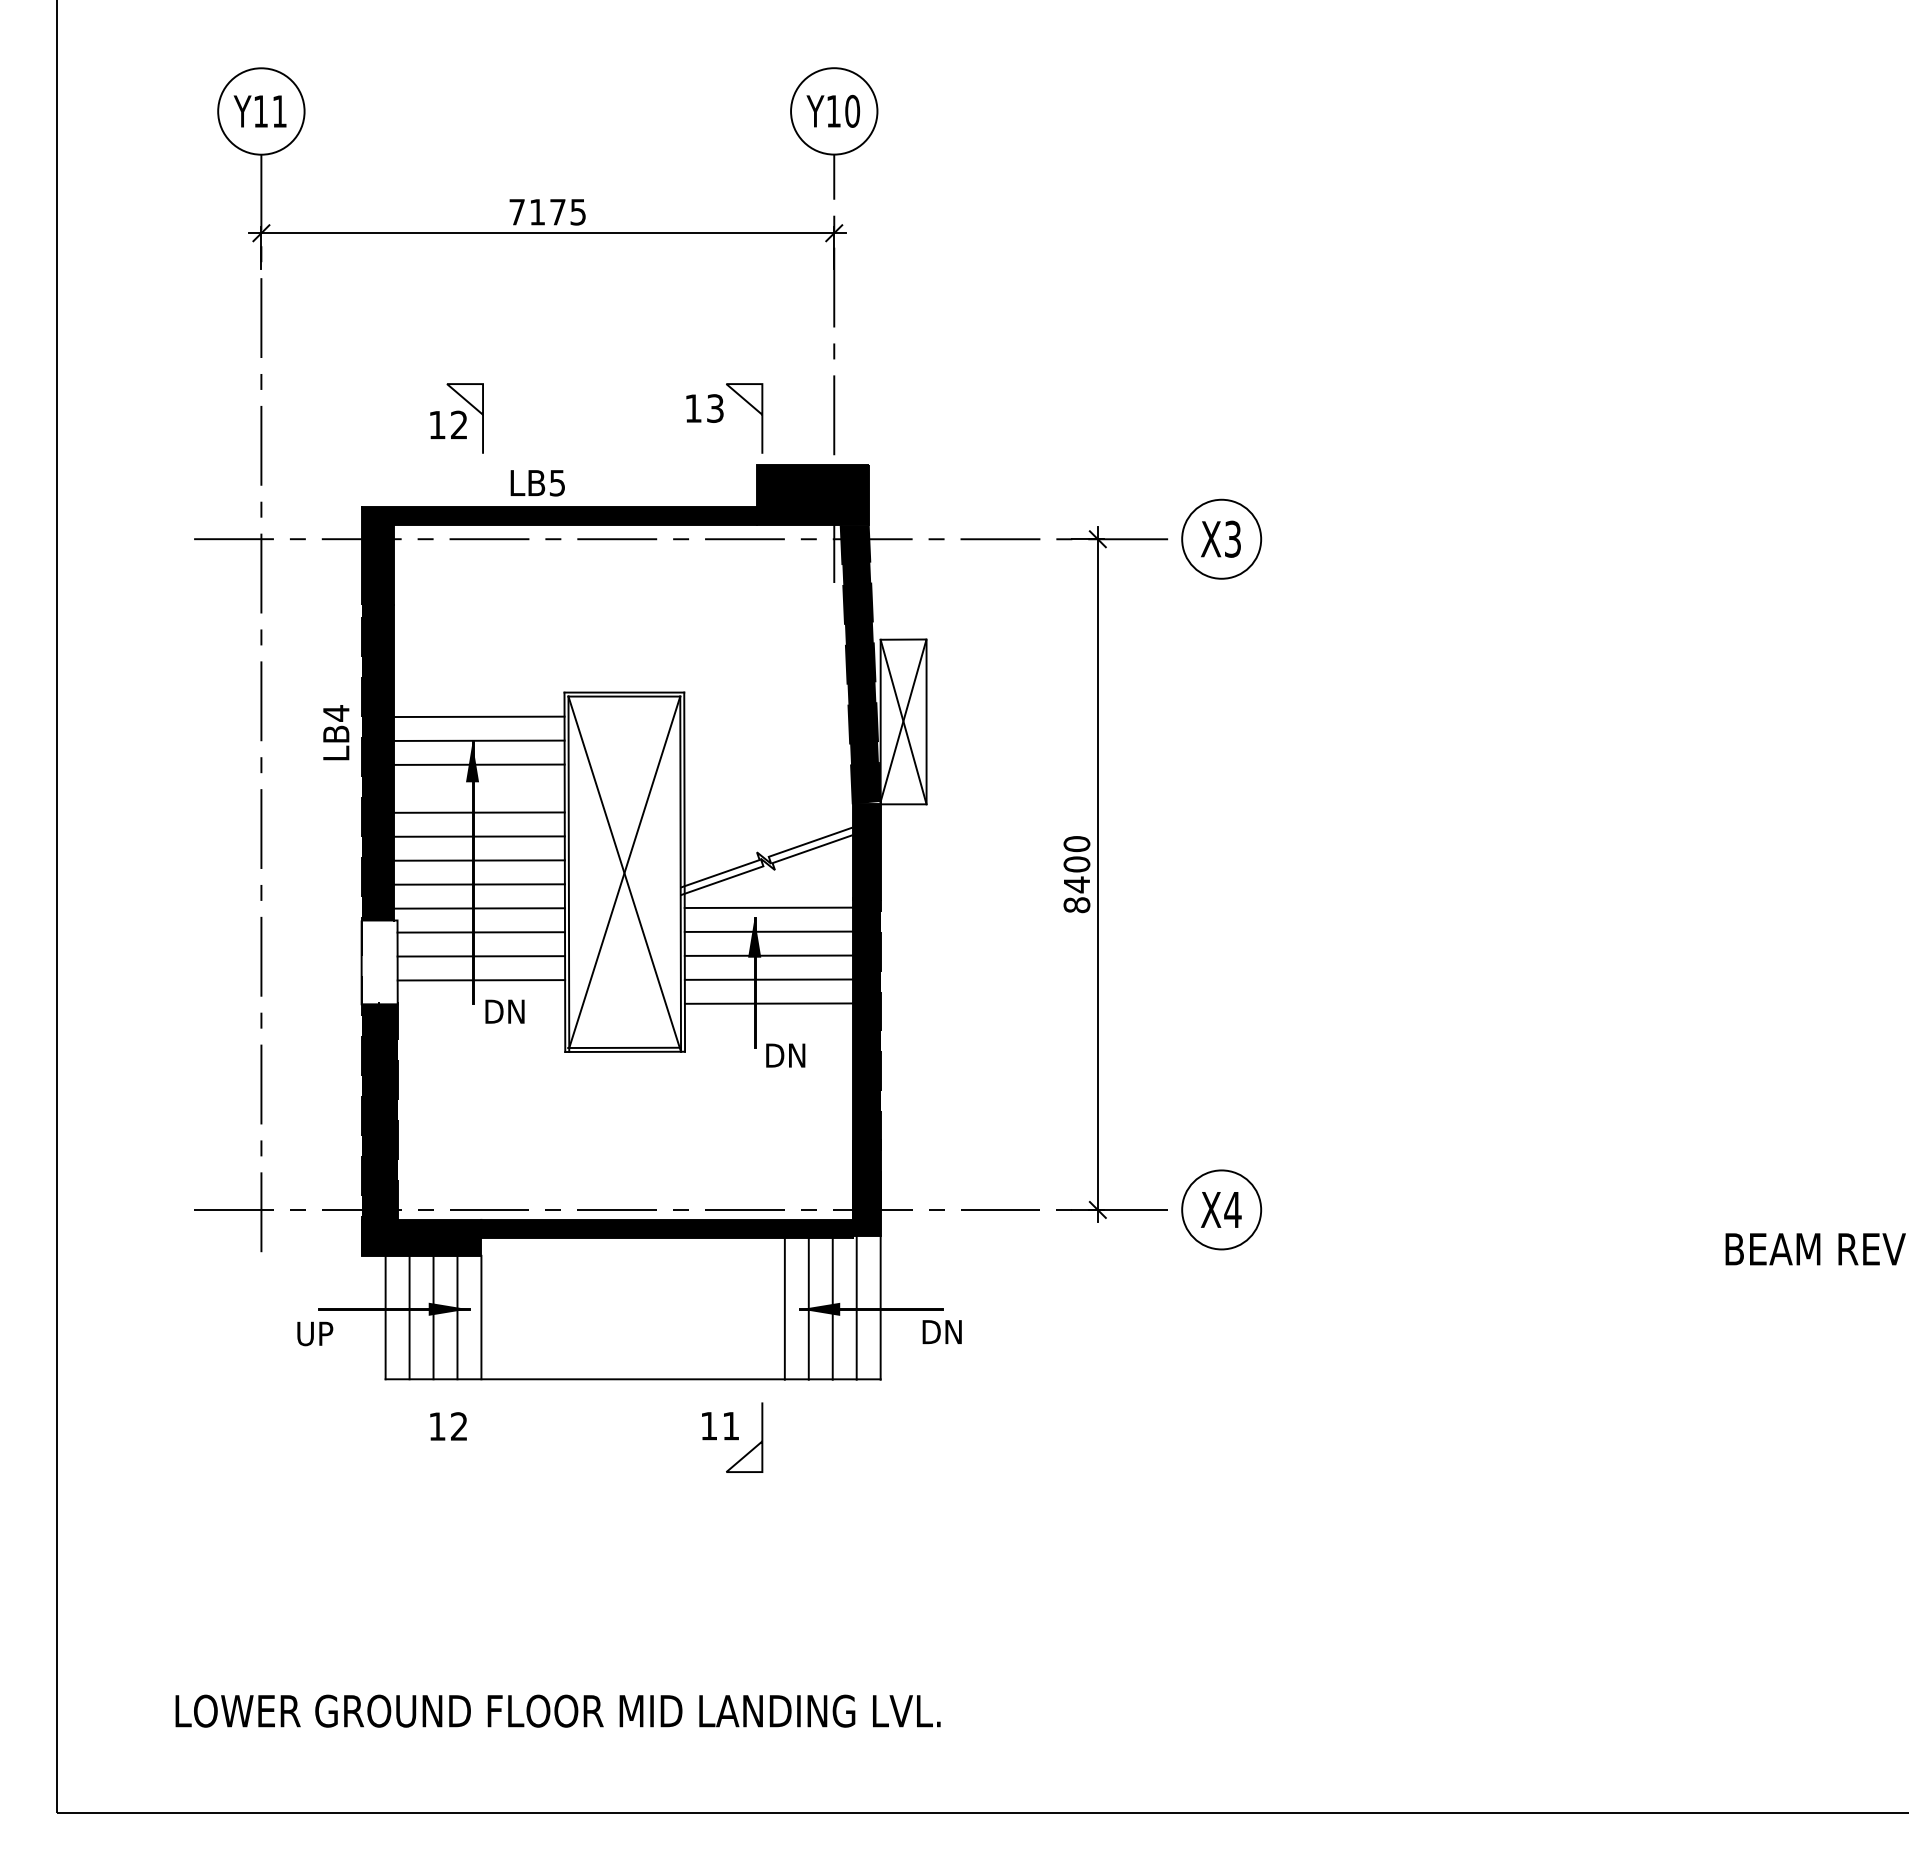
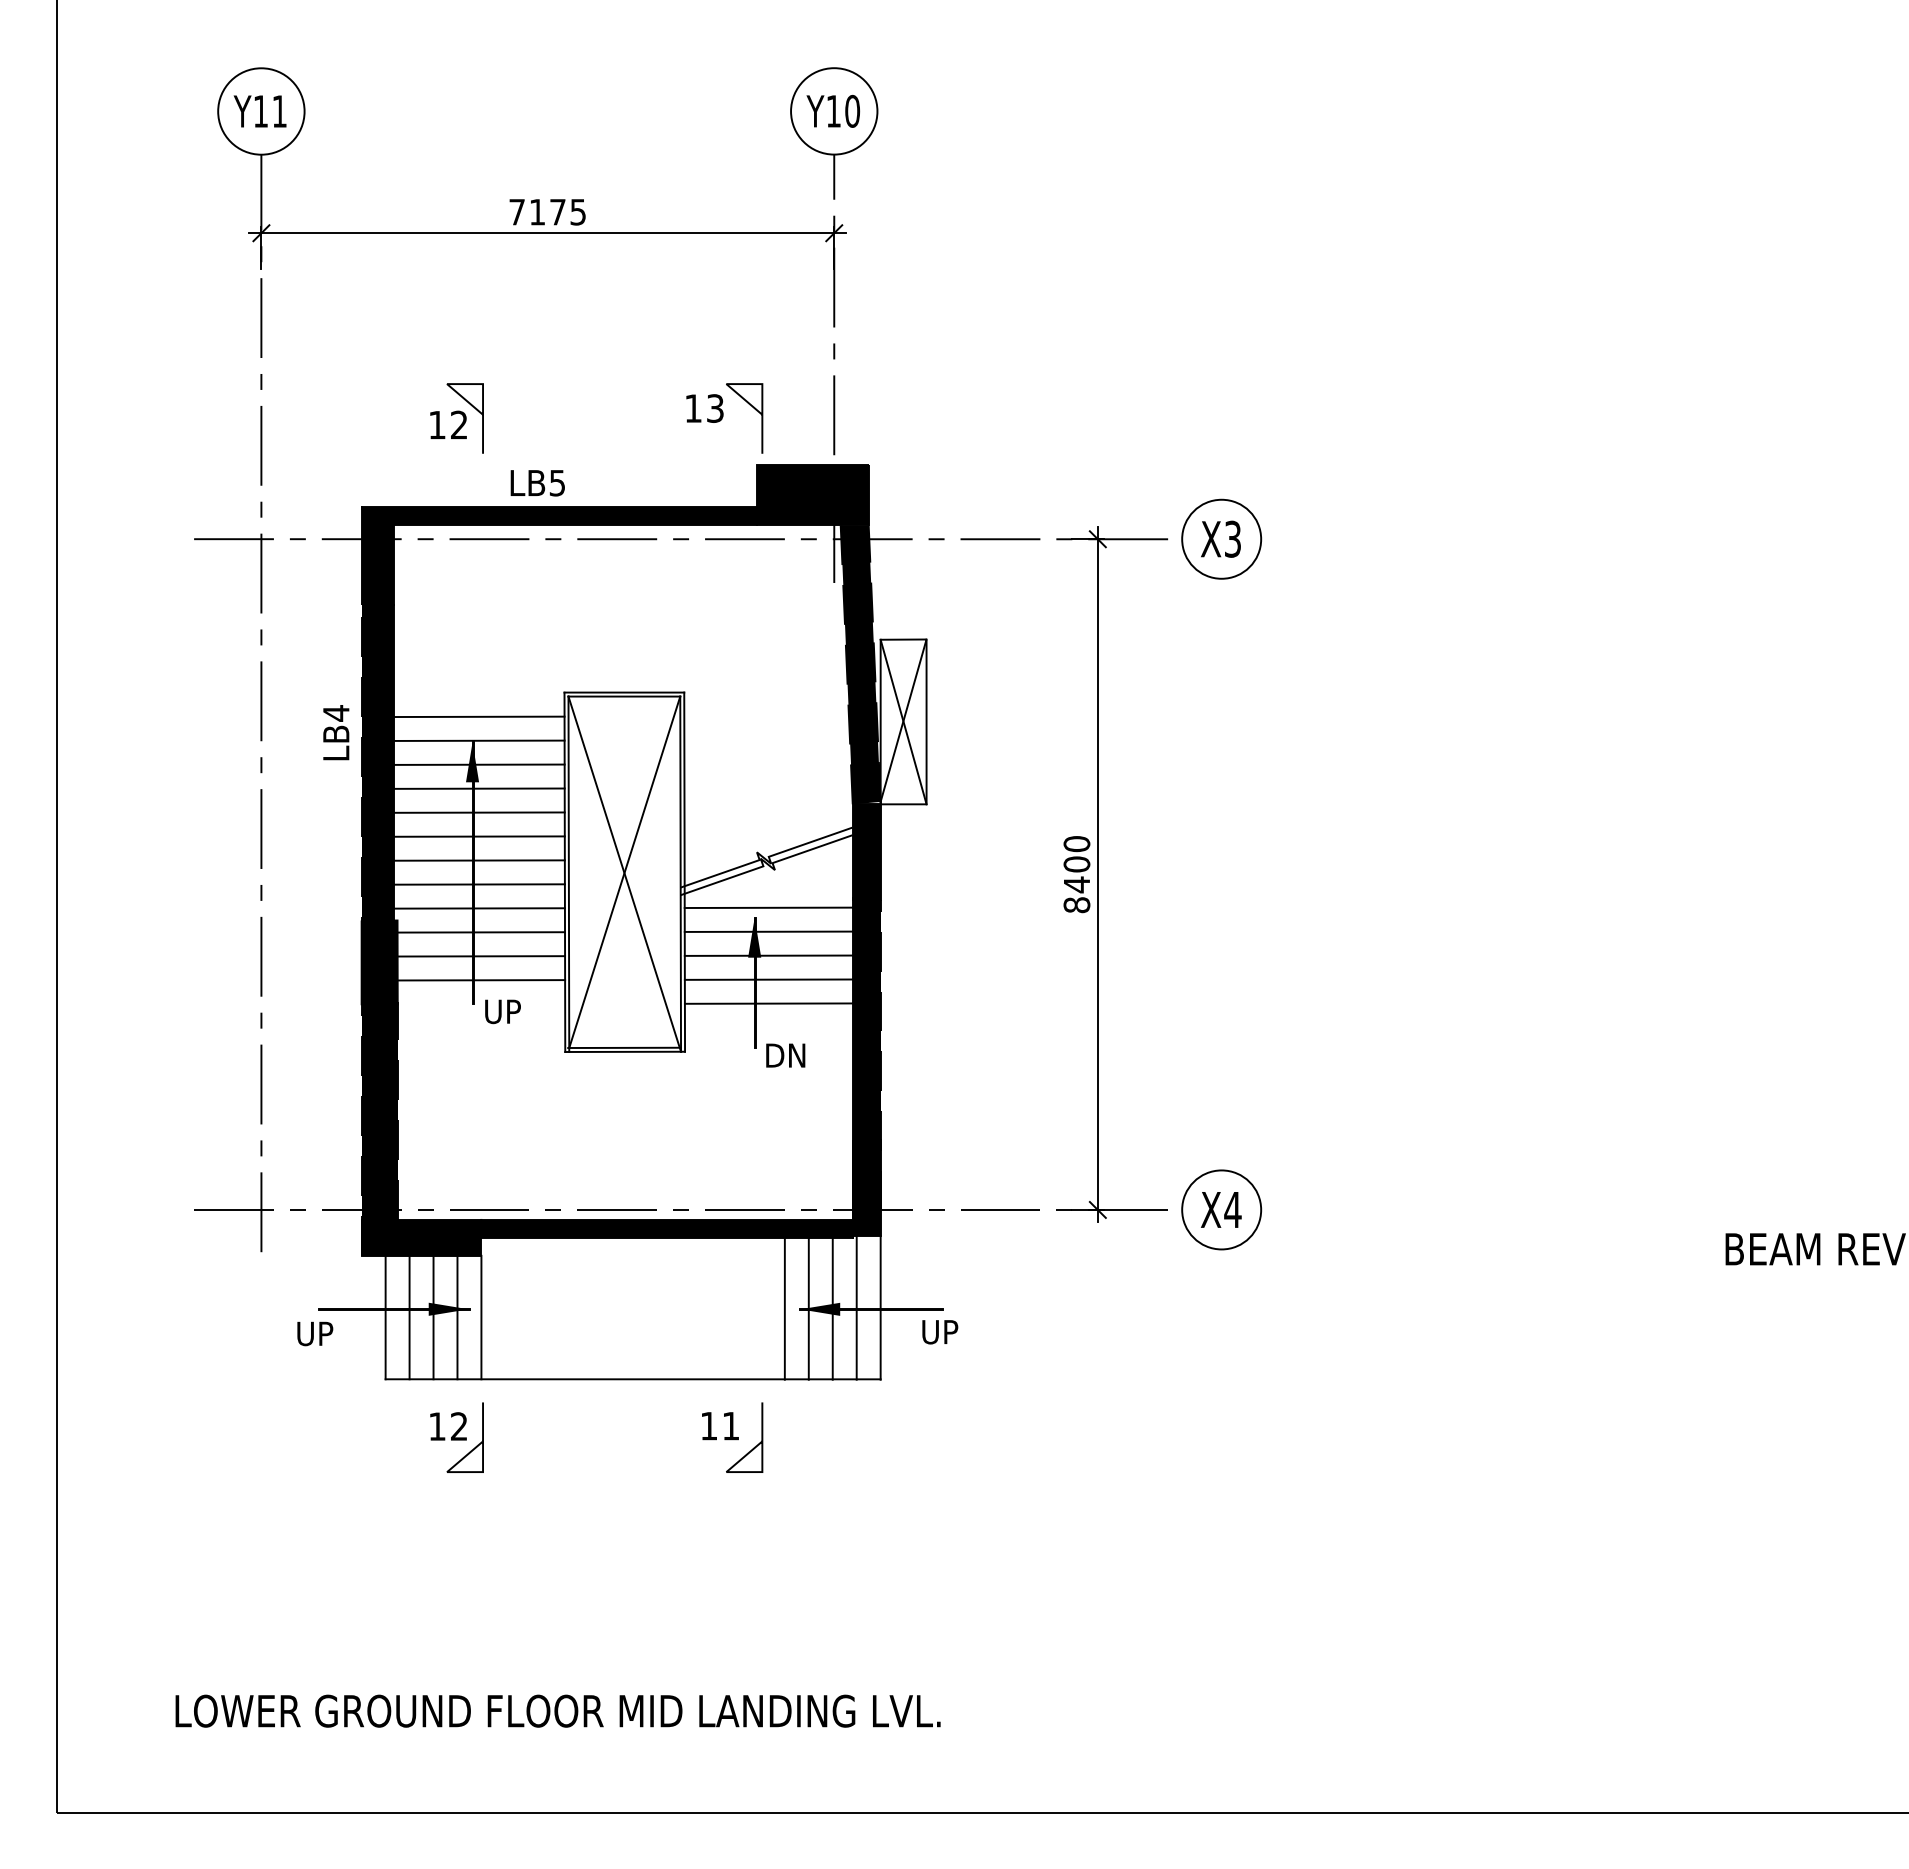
line at (478, 788): none -> present
fill at (379, 962): none -> present
text at (504, 1011): DN -> UP
text at (941, 1332): DN -> UP
line at (474, 1447): none -> present
